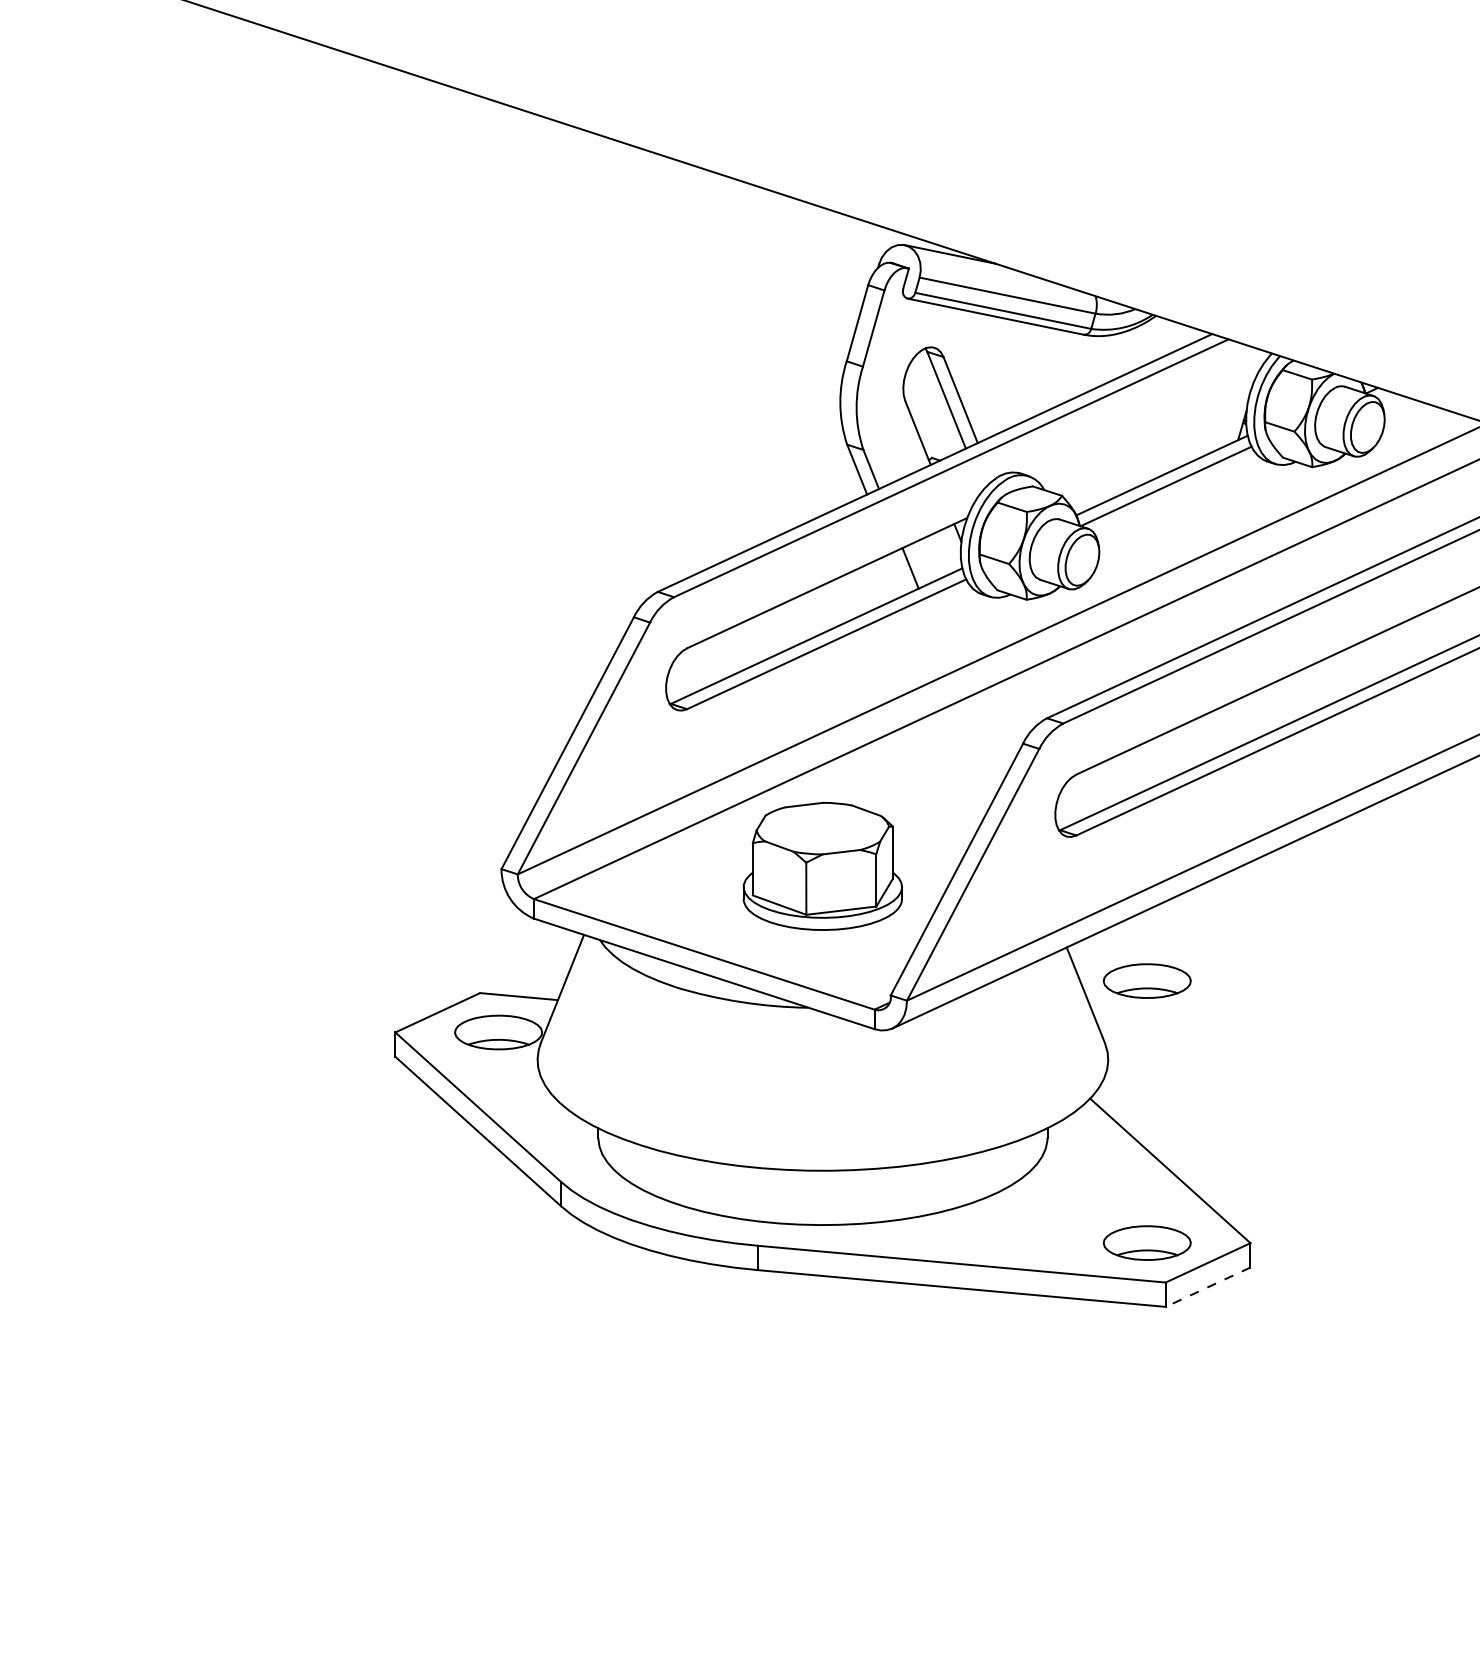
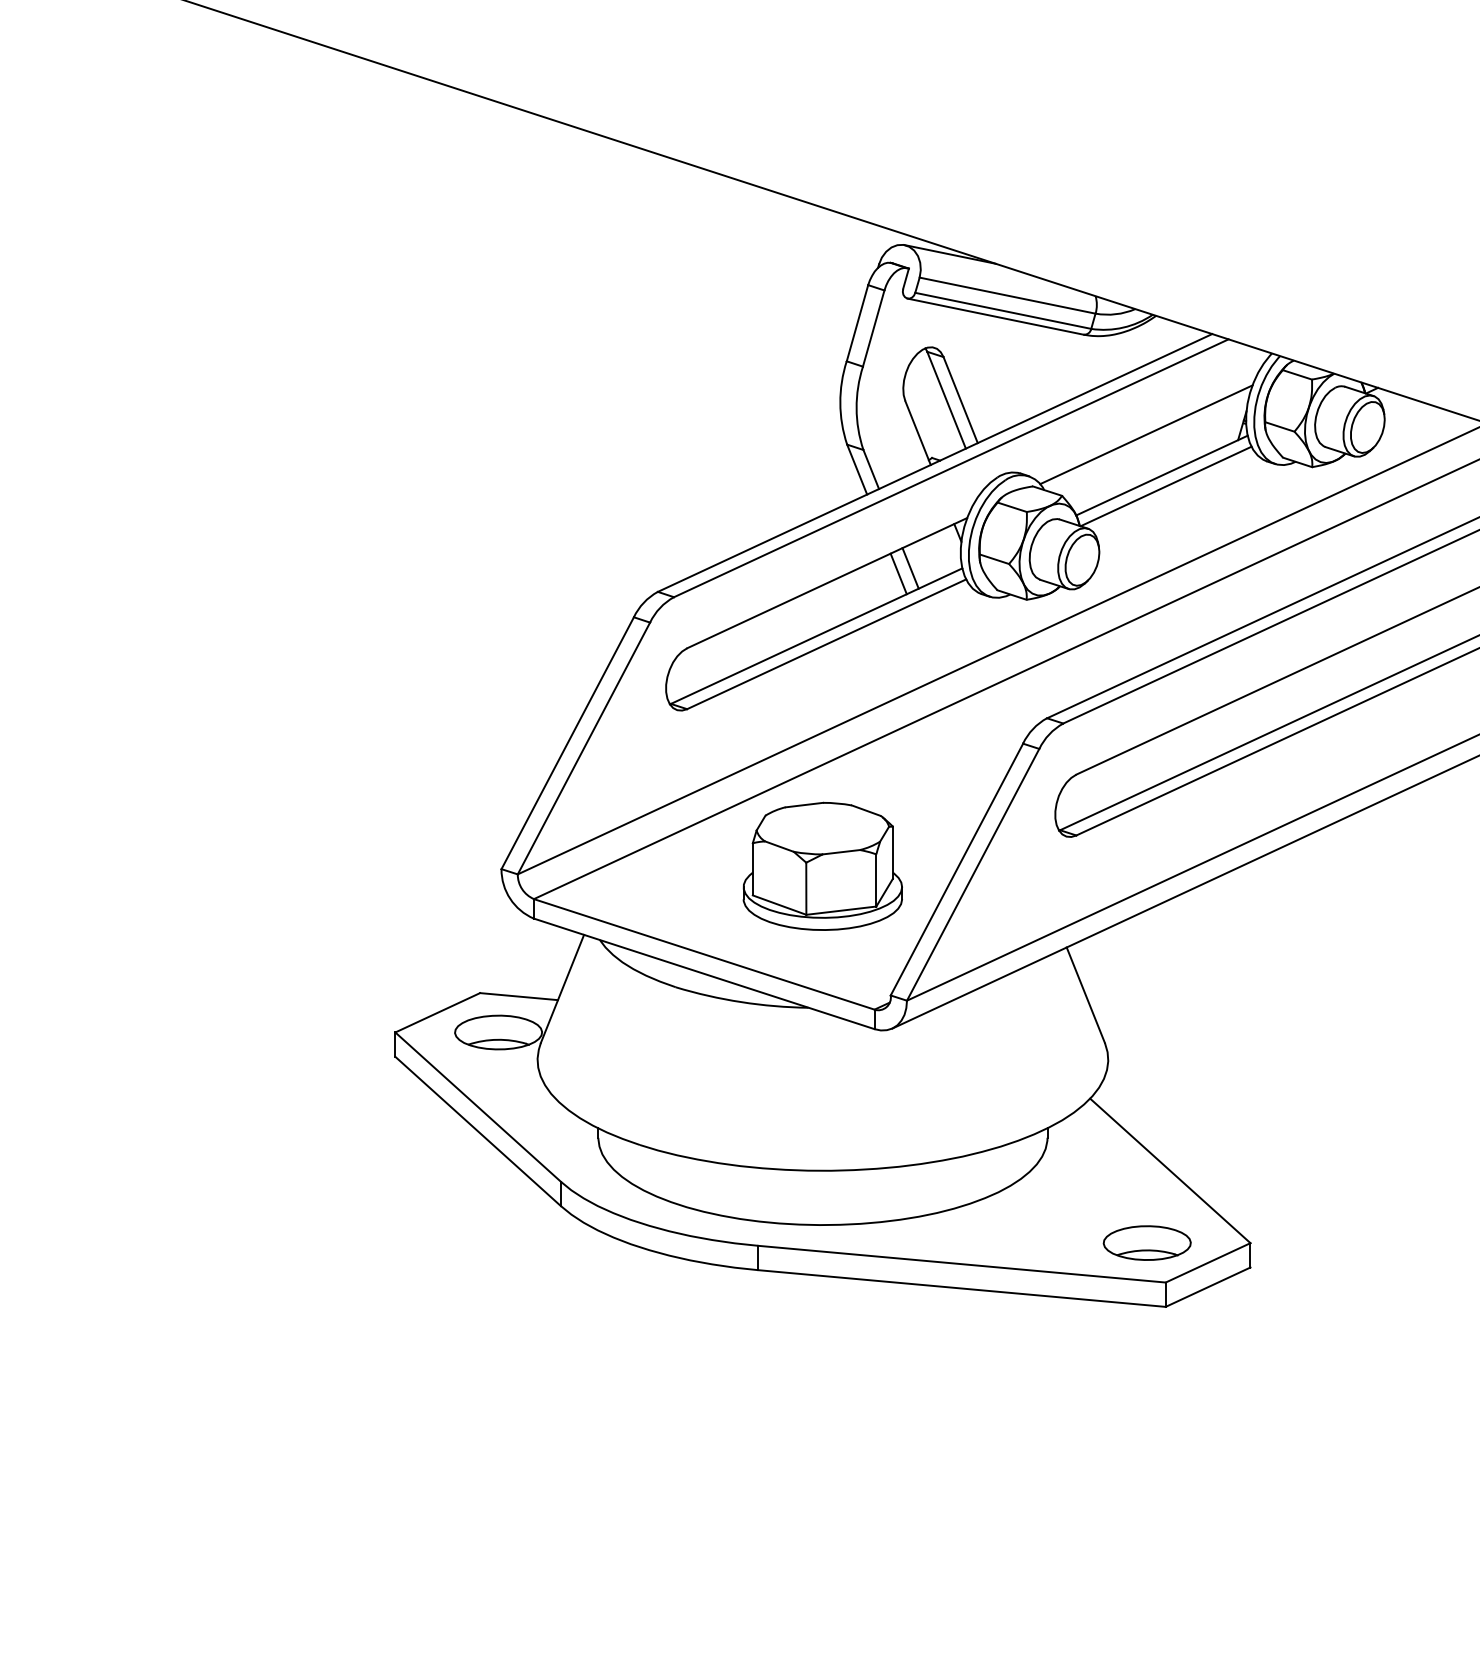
line at (1146, 434): none -> present
line at (898, 573): none -> present
part at (1146, 980): present -> none
line at (1208, 1287): dashed -> solid
